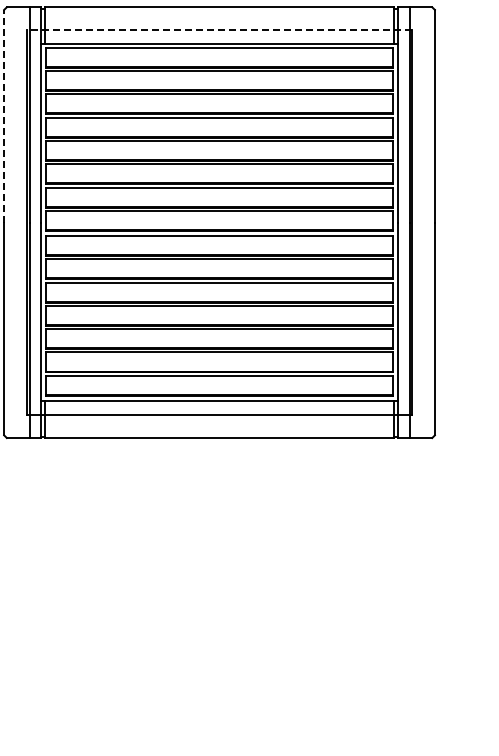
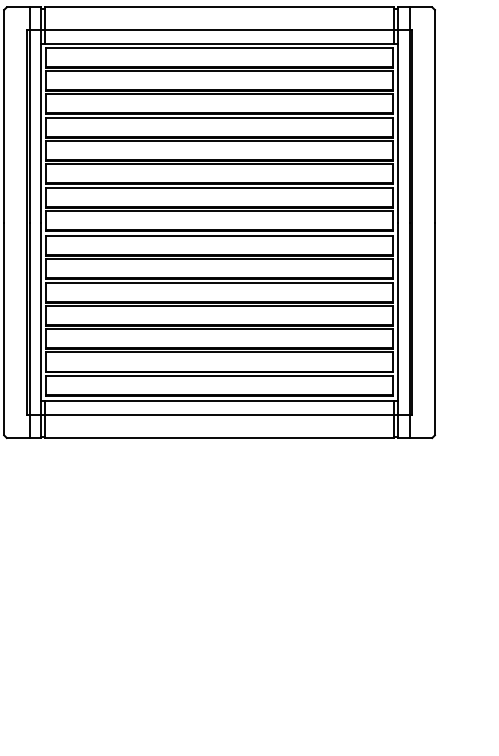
line at (219, 29): dashed -> solid
line at (4, 115): dashed -> solid
